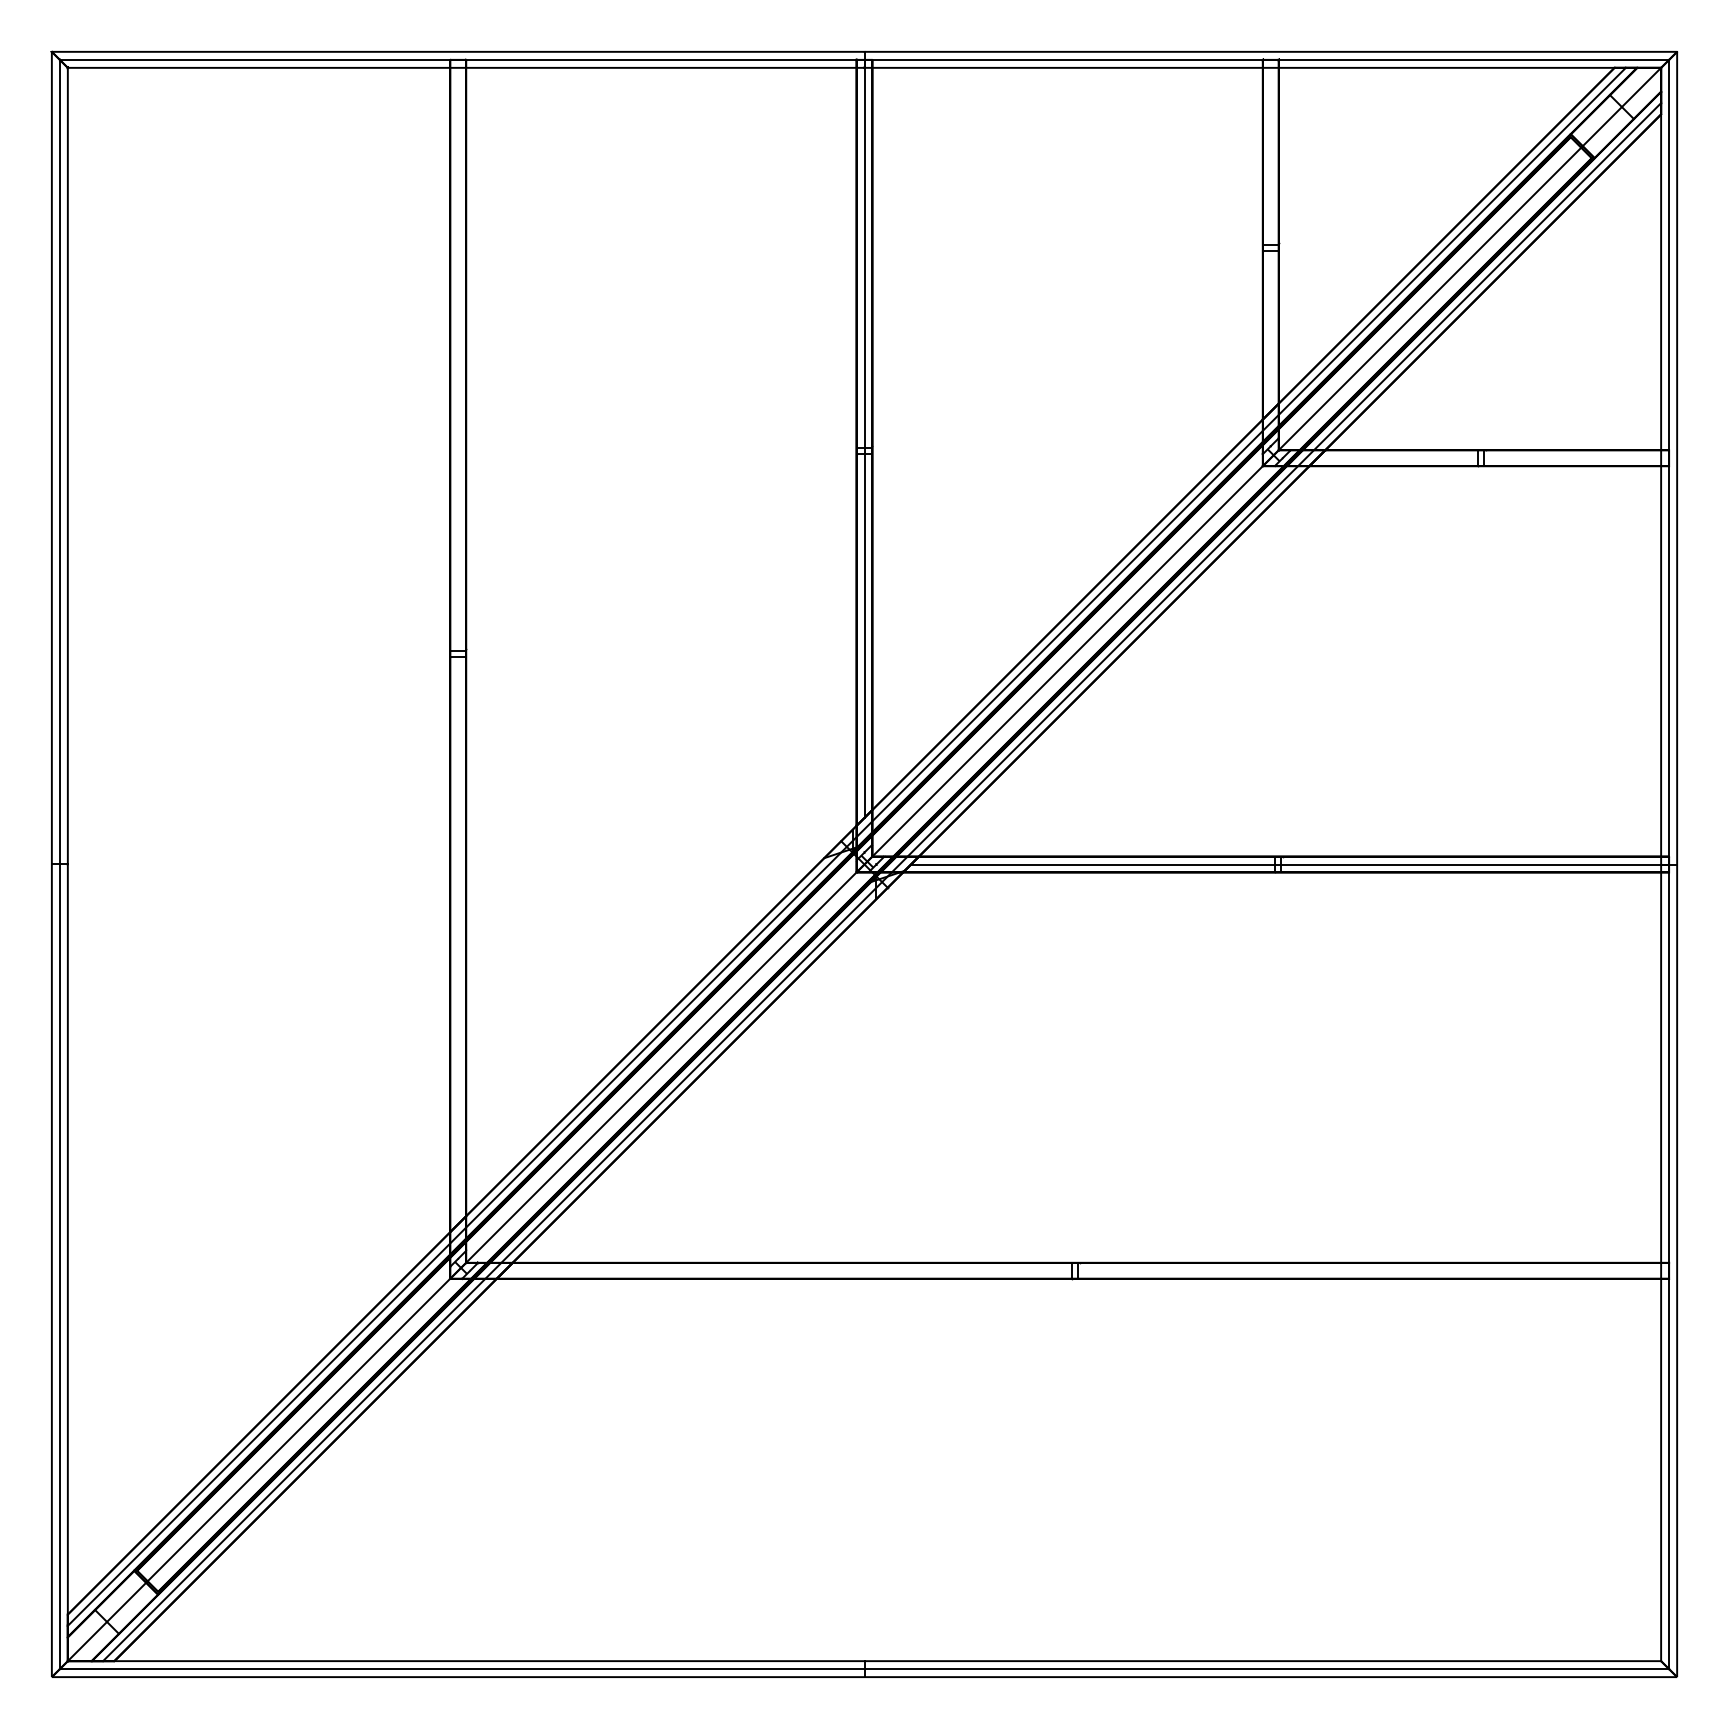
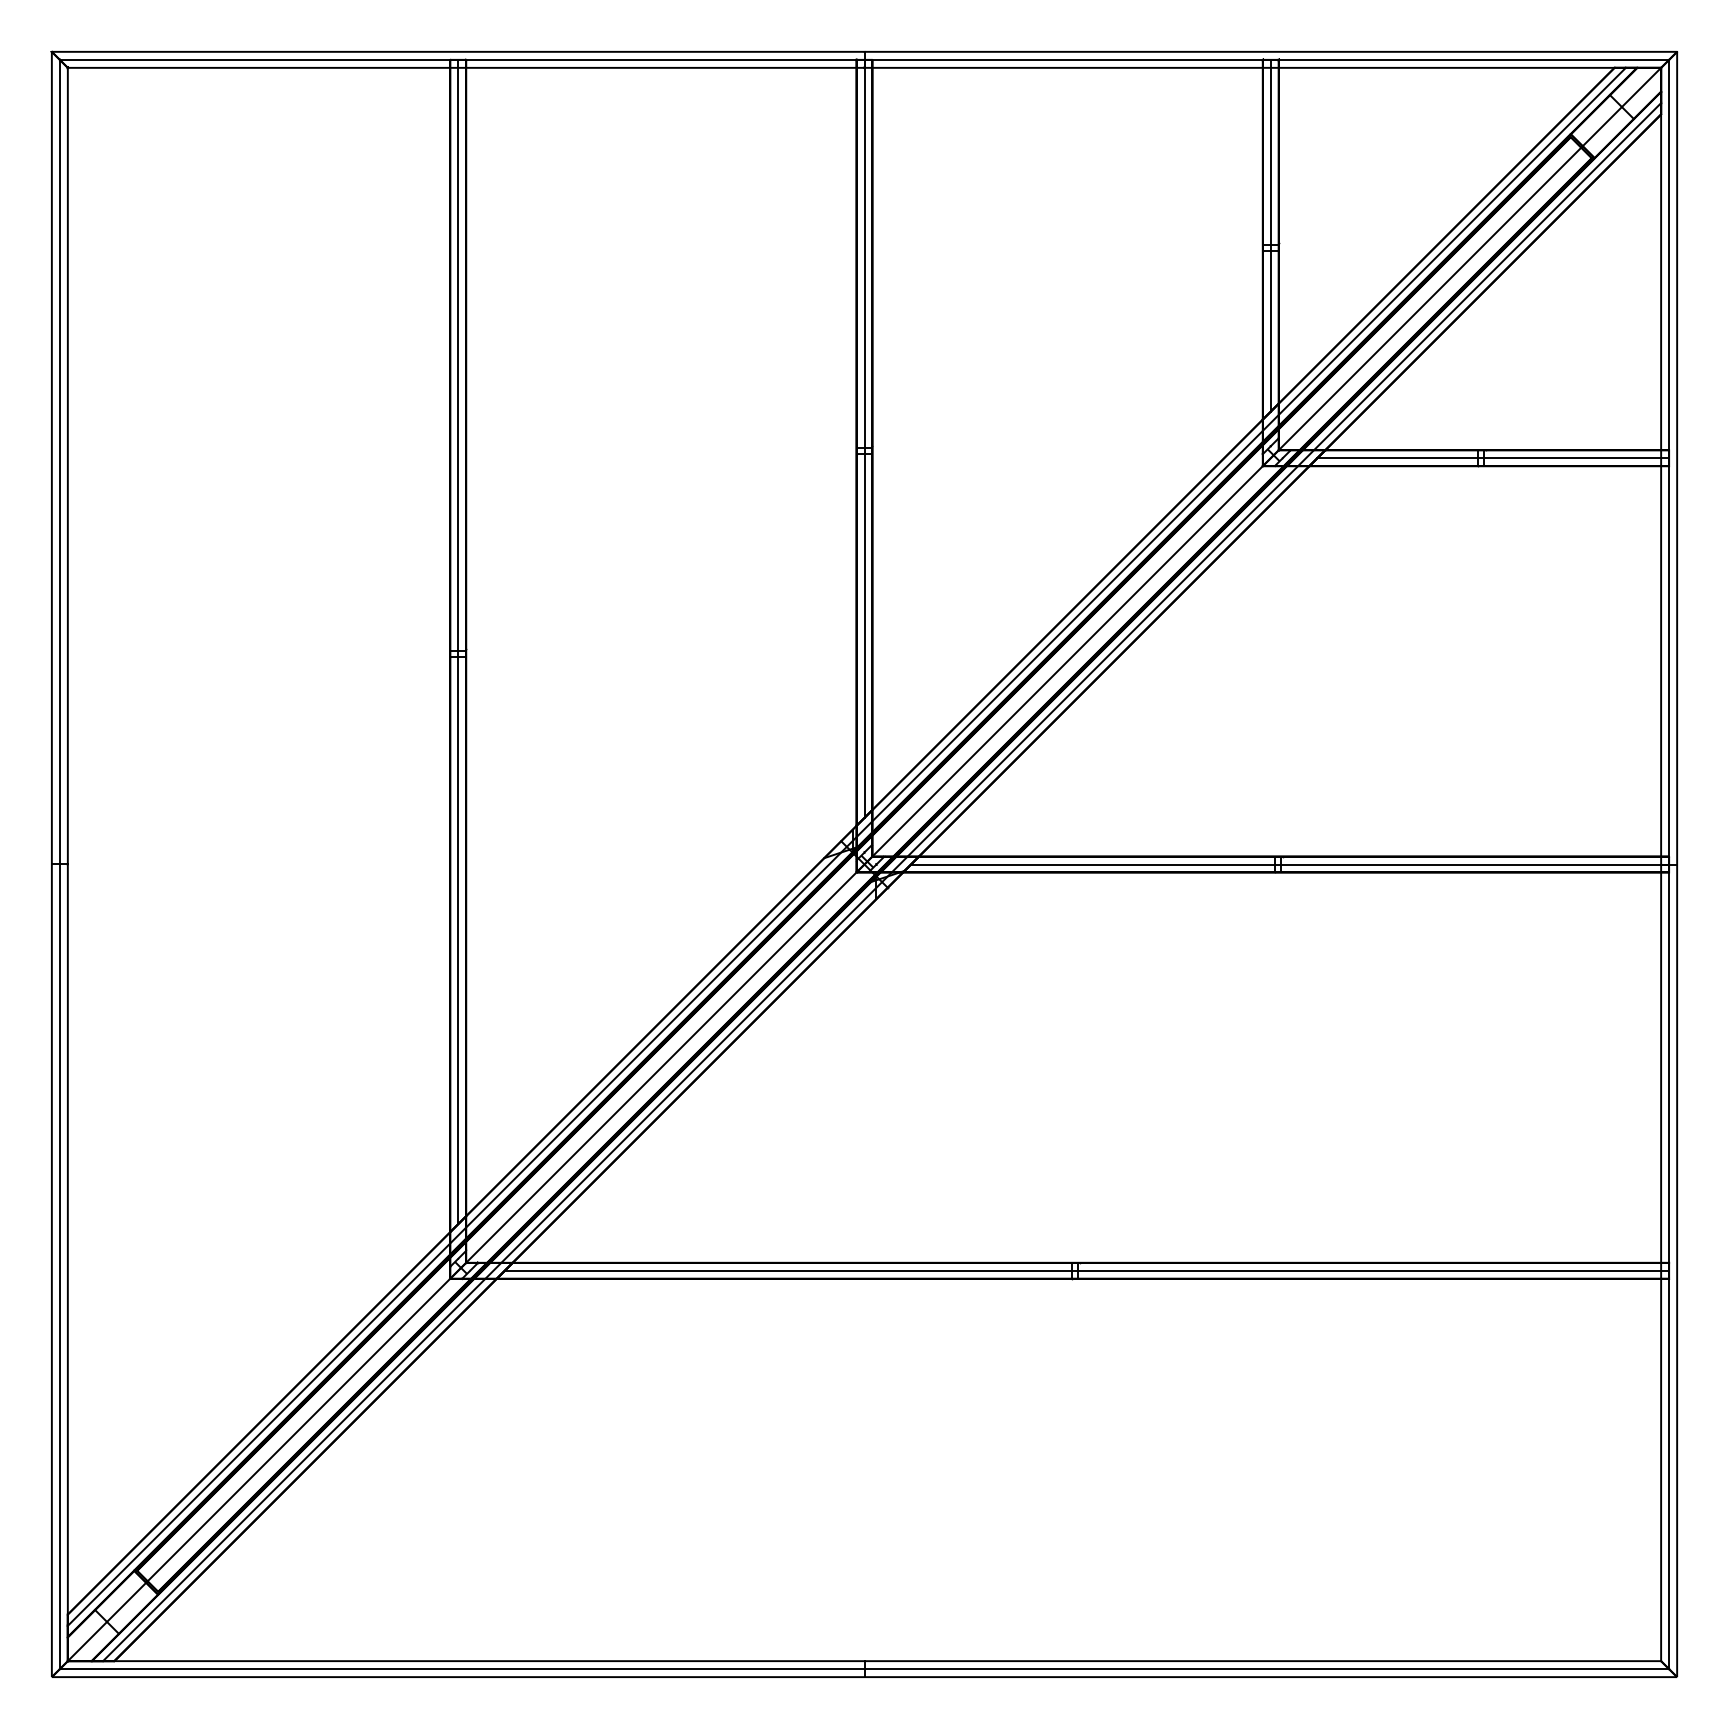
line at (1270, 235): none -> present
line at (1493, 458): none -> present
line at (458, 641): none -> present
line at (1086, 1270): none -> present
